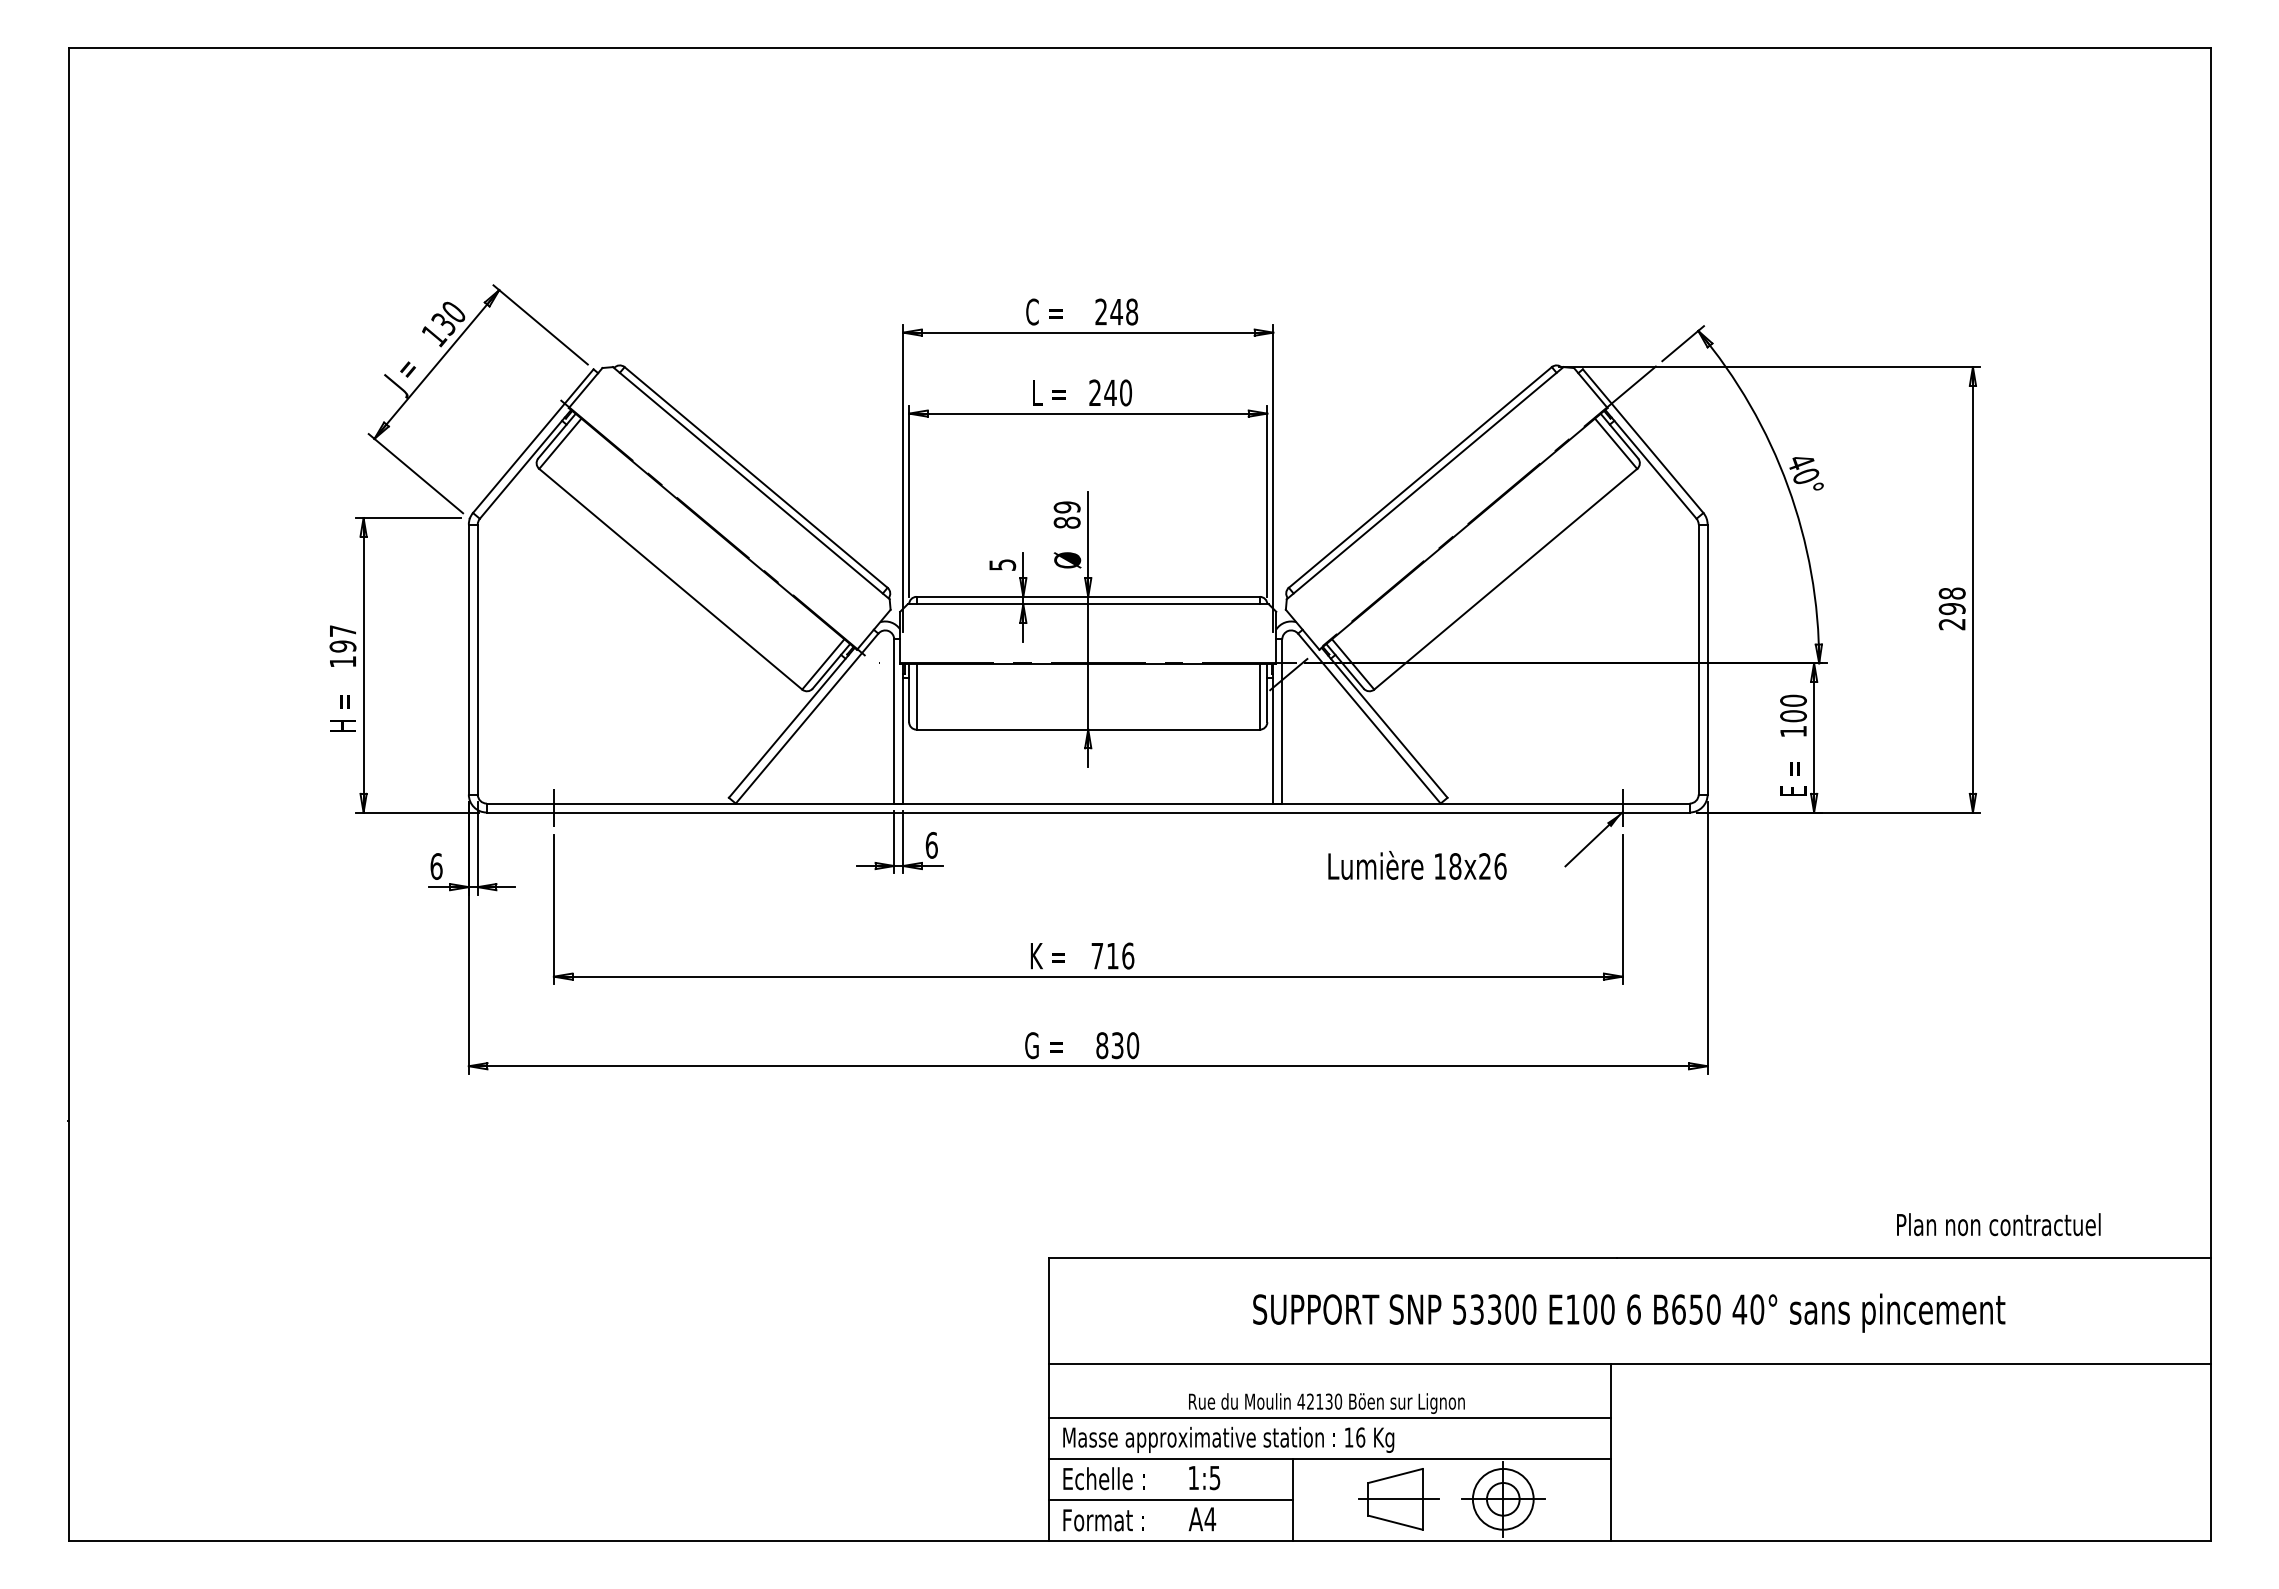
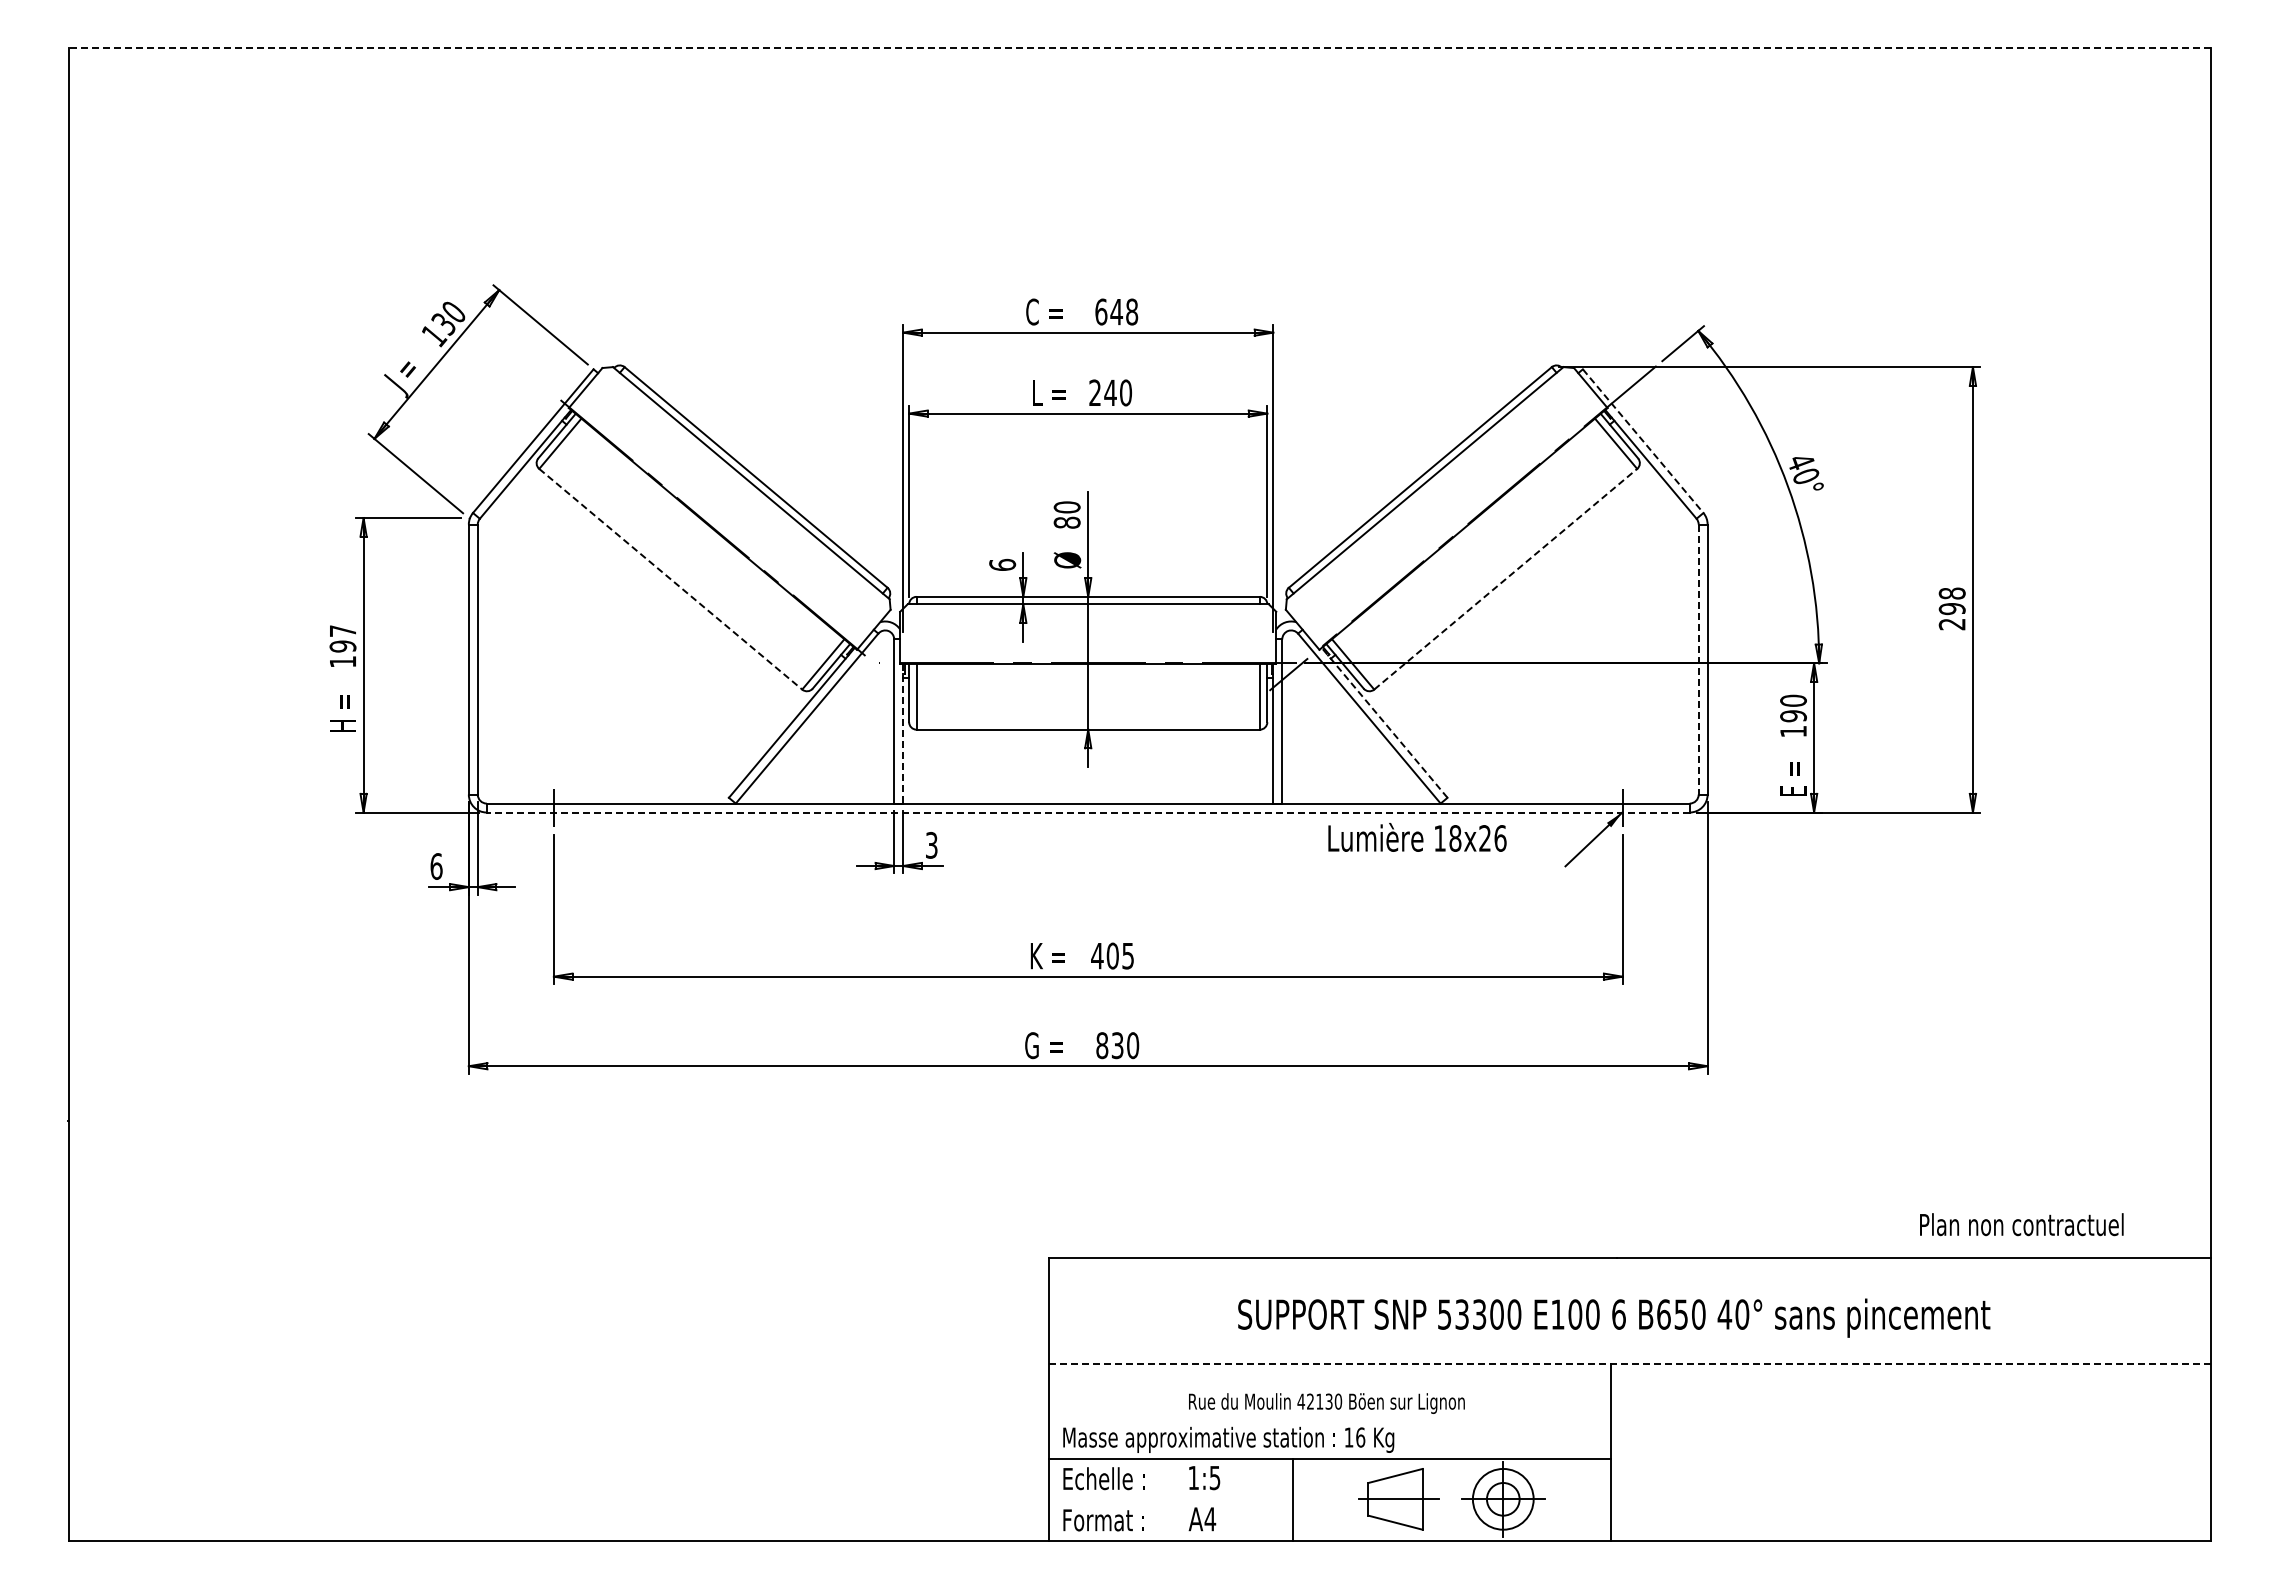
line at (1139, 47): solid -> dashed
text at (1101, 311): 248 -> 648
line at (1643, 441): solid -> dashed
text at (1067, 507): 89 -> 80
text at (1002, 564): 5 -> 6
line at (670, 579): solid -> dashed
line at (1505, 579): solid -> dashed
line at (1698, 660): solid -> dashed
text at (1793, 716): 100 -> 190
line at (1384, 722): solid -> dashed
line at (903, 733): solid -> dashed
line at (1087, 812): solid -> dashed
text at (931, 845): 6 -> 3
text at (1417, 865) position: (1417, 865) -> (1417, 837)
text at (1112, 955): 716 -> 405
text at (1998, 1224) position: (1998, 1224) -> (2021, 1224)
text at (1629, 1312) position: (1629, 1312) -> (1614, 1317)
line at (1629, 1363): solid -> dashed
line at (1330, 1418): present -> none
line at (1170, 1500): present -> none
